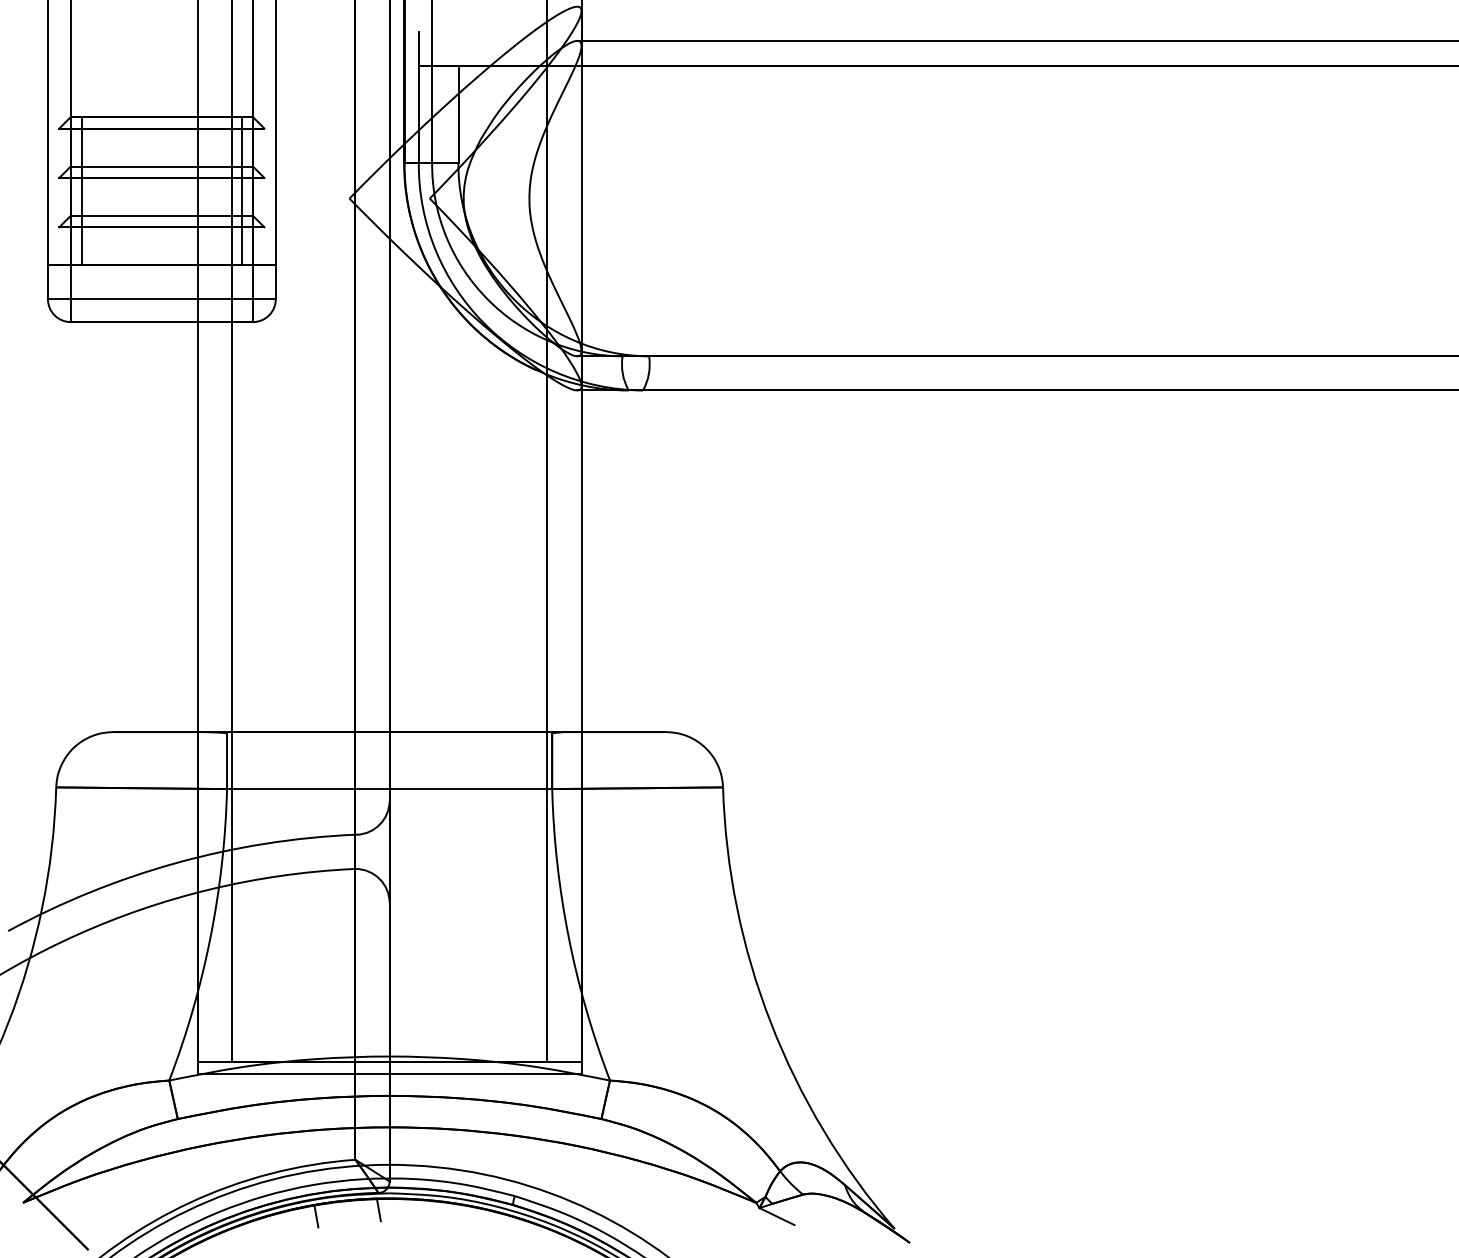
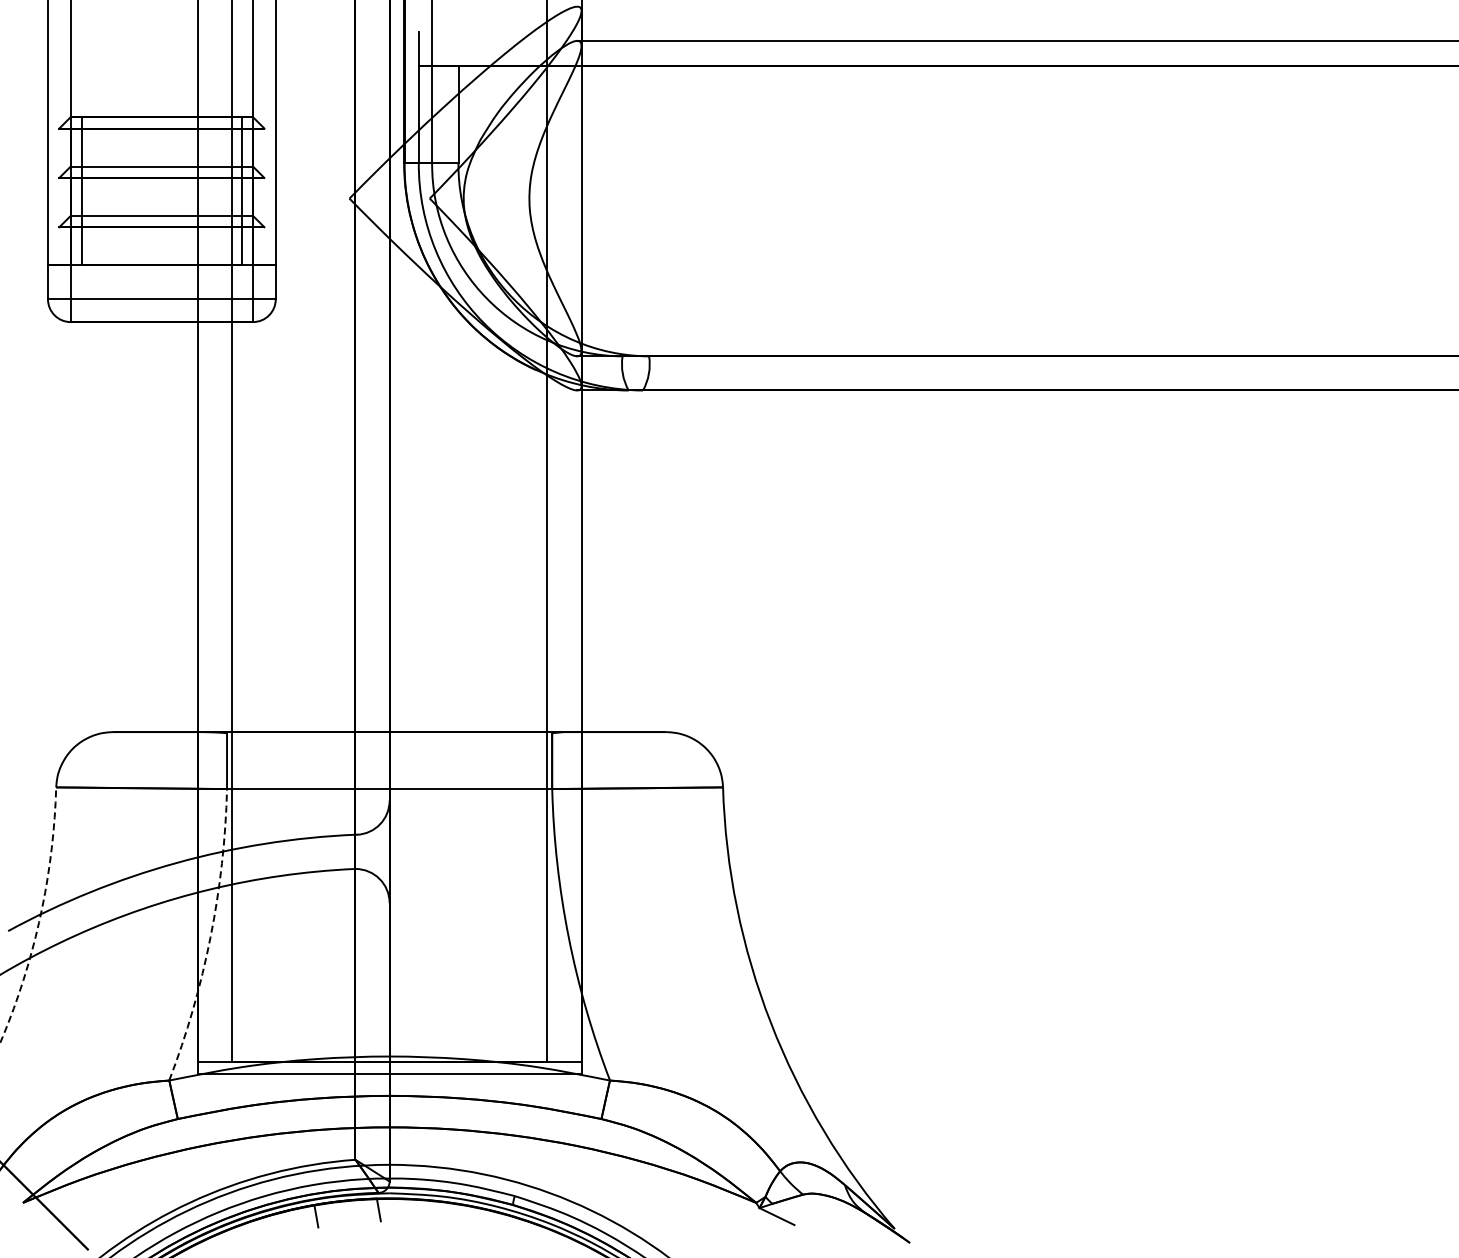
arc at (39, 918): solid -> dashed
arc at (210, 937): solid -> dashed
